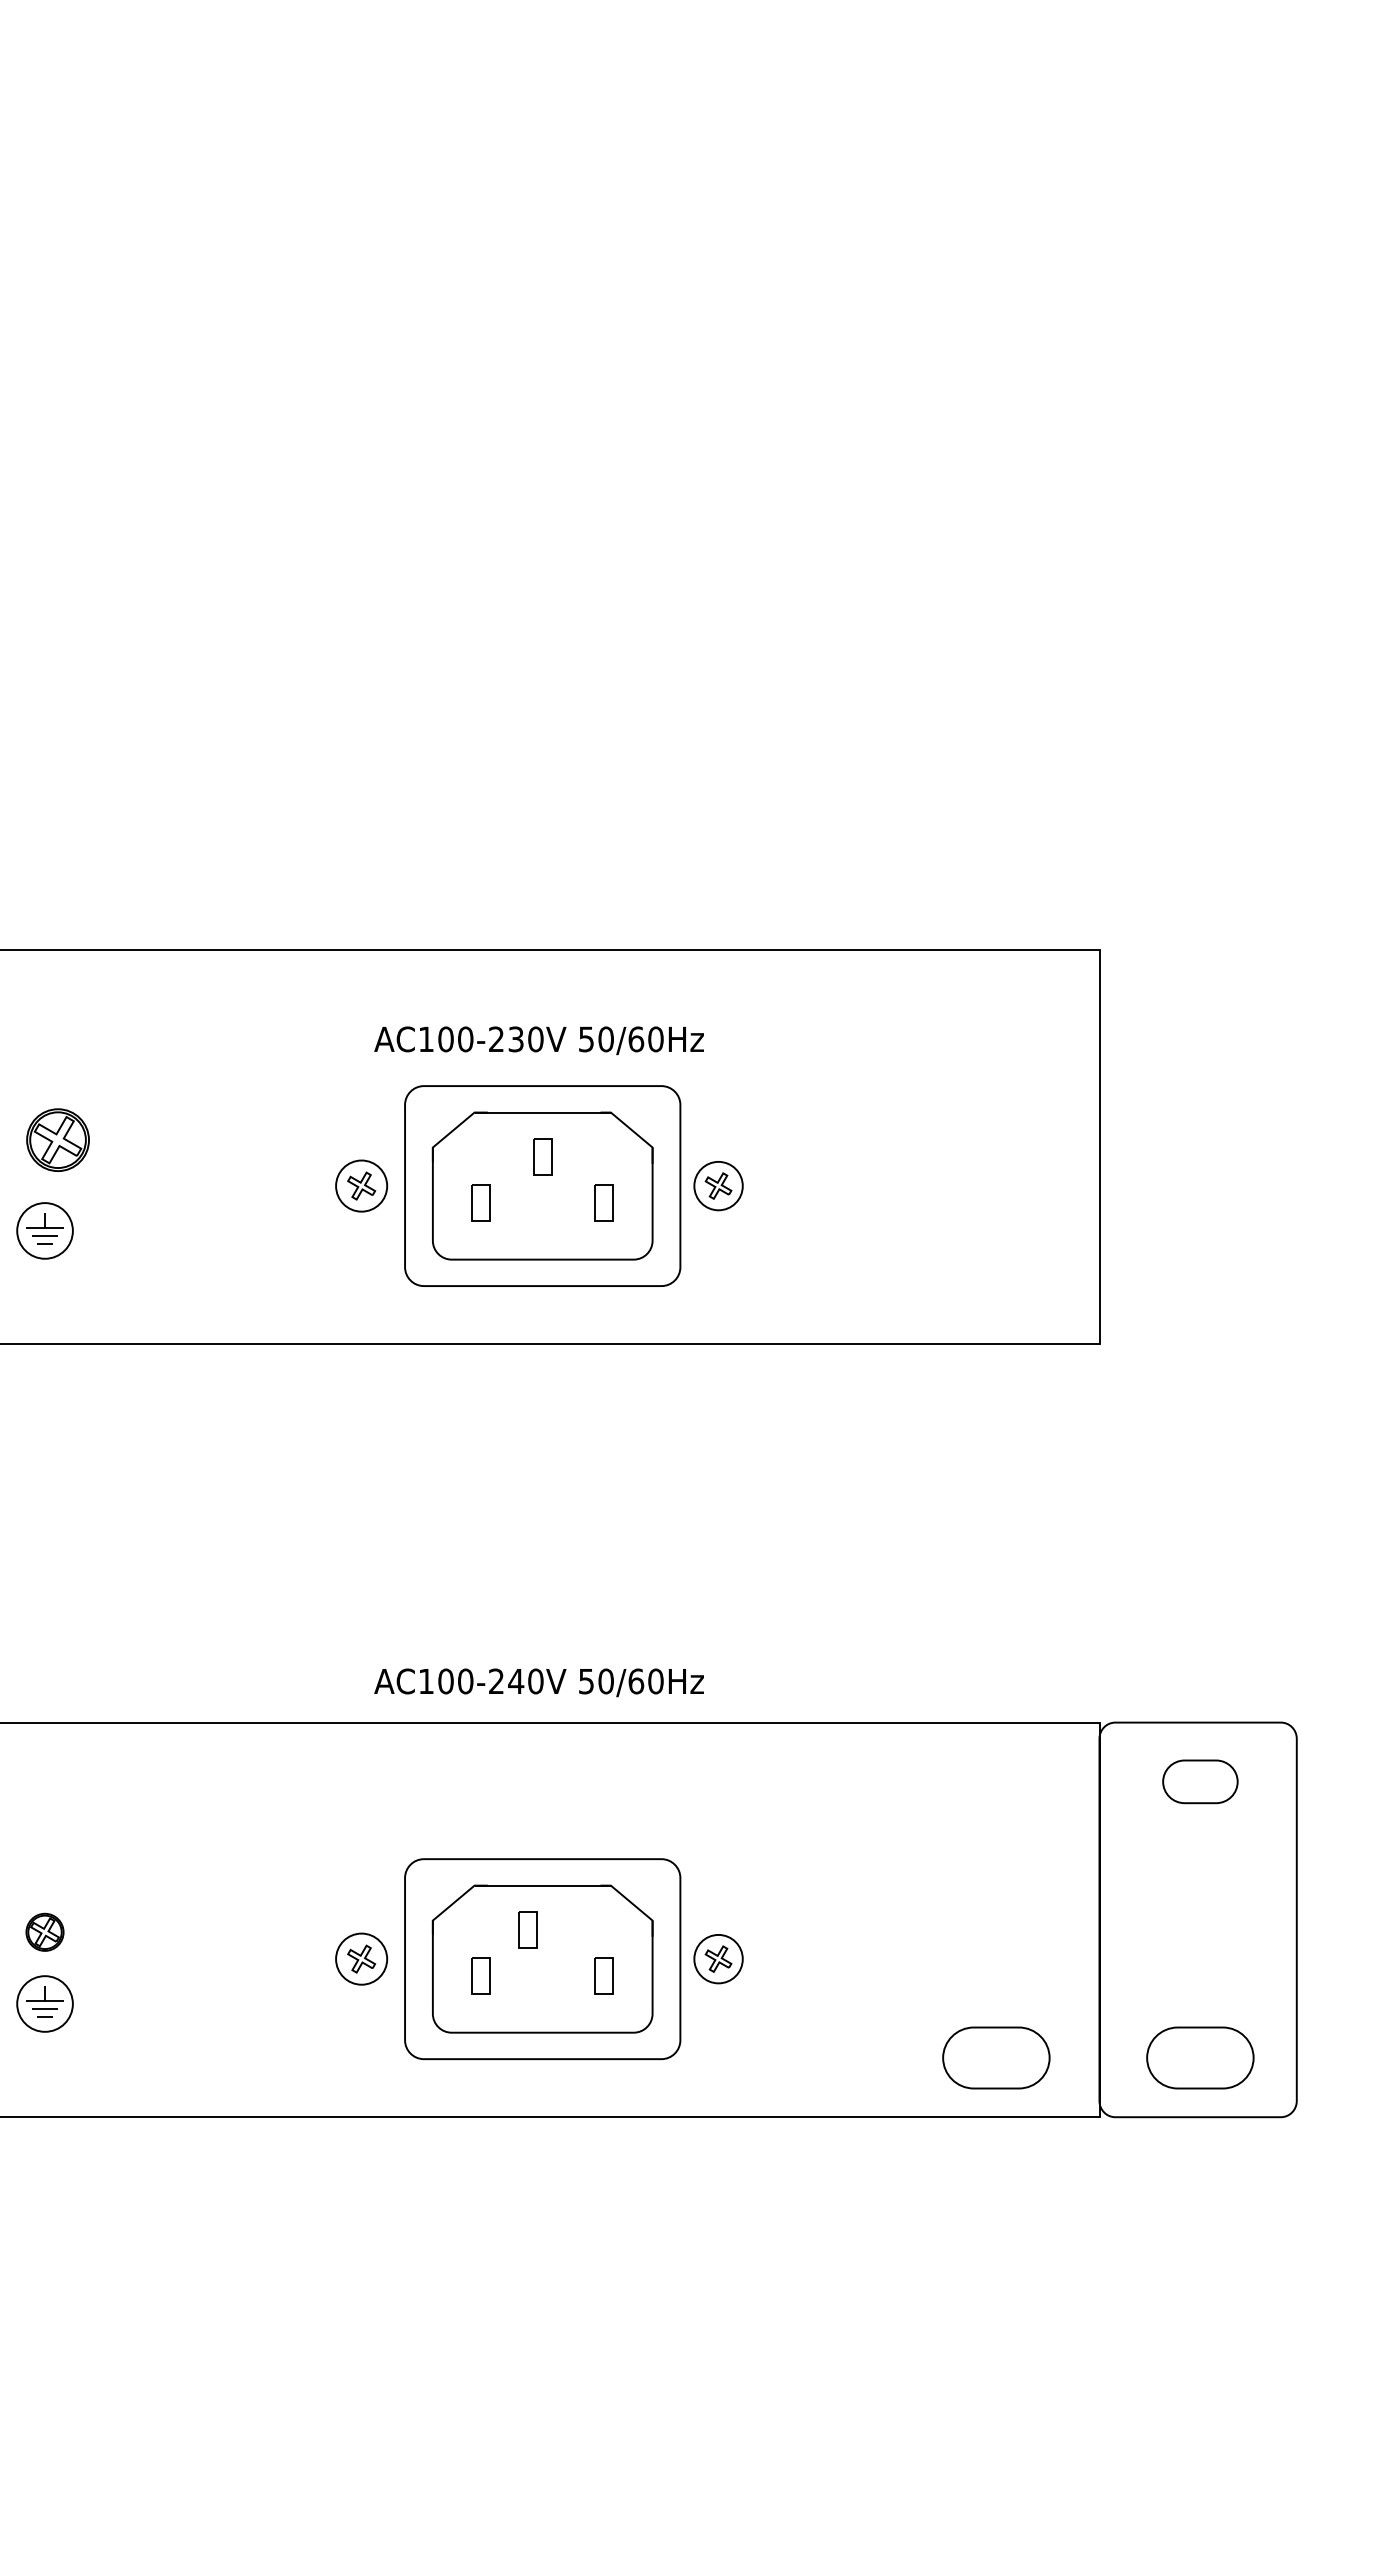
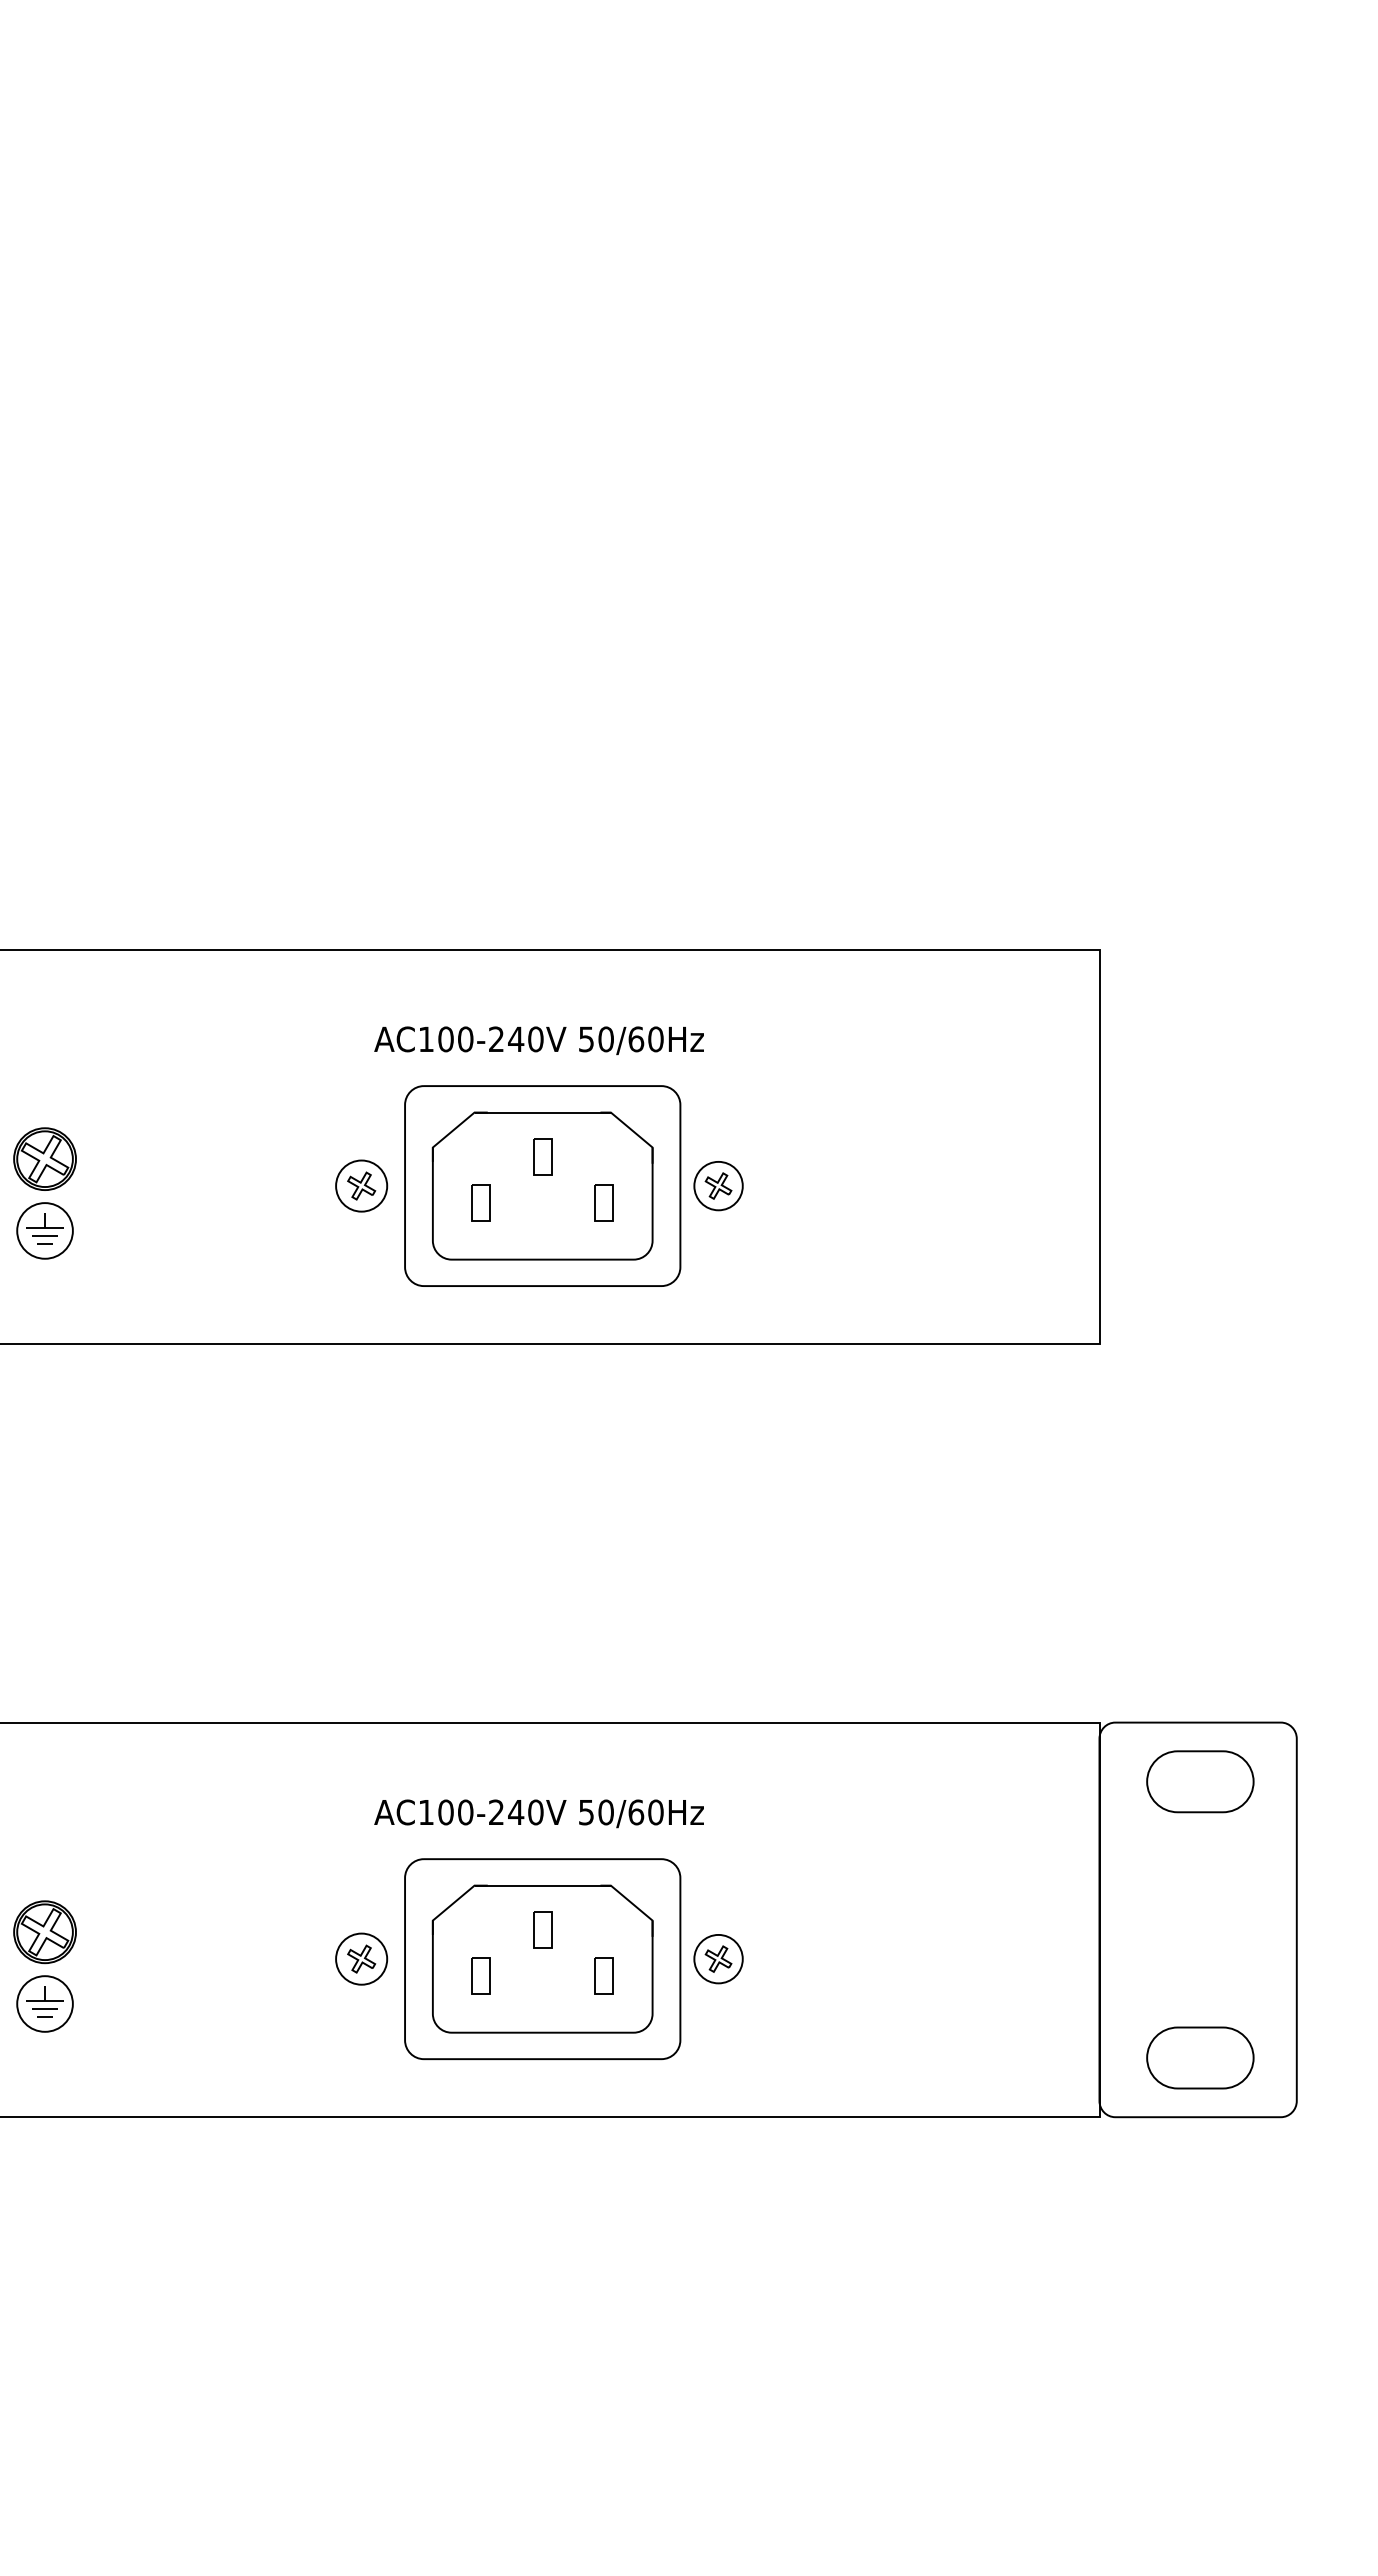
text at (516, 1039): AC100-230V -> AC100-240V
part at (57, 1139) position: (57, 1139) -> (44, 1158)
text at (538, 1682) position: (538, 1682) -> (538, 1813)
part at (1200, 1781) size: 77x46 px -> 109x64 px
part at (527, 1929) position: (527, 1929) -> (542, 1929)
part at (44, 1931) size: 40x40 px -> 64x65 px
part at (996, 2057): present -> none
